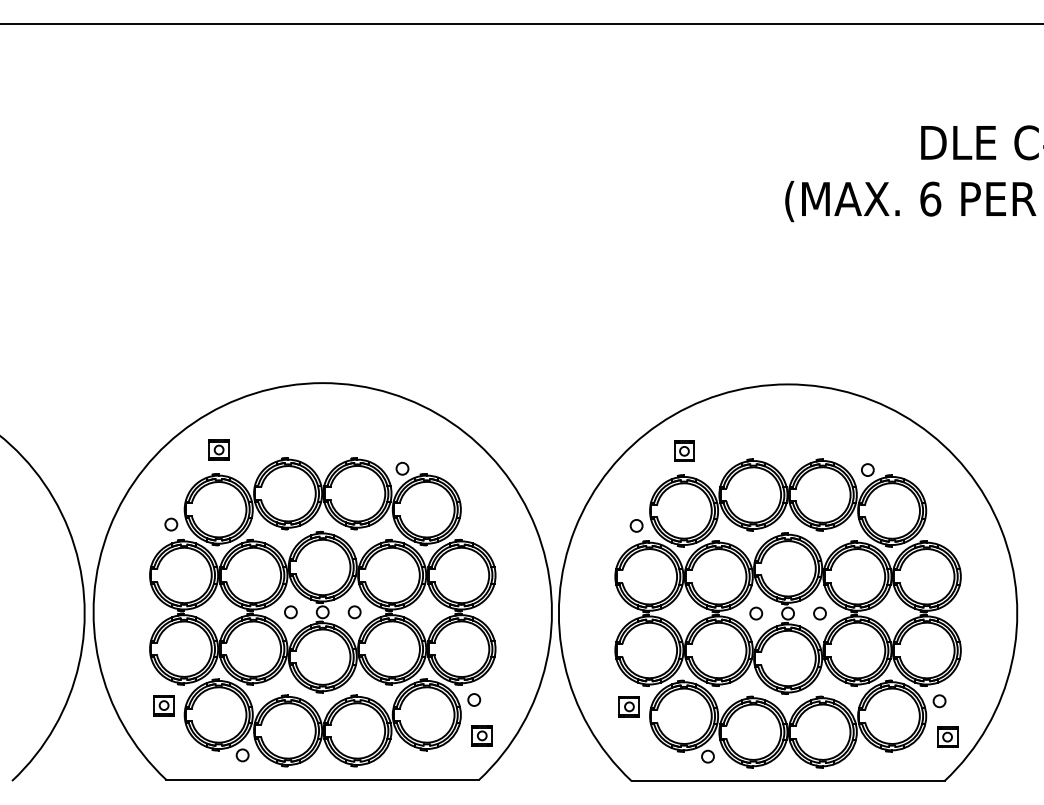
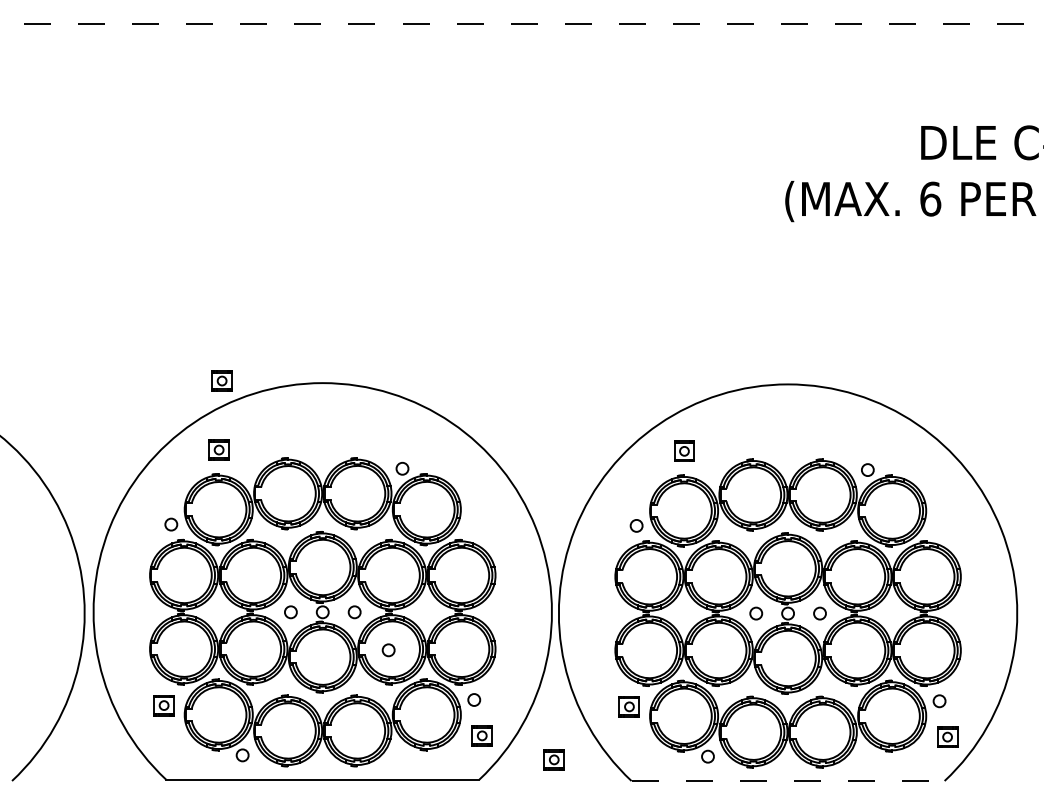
line at (522, 23): solid -> dashed
part at (221, 380): none -> present
circle at (388, 650): none -> present
part at (553, 759): none -> present
line at (788, 781): solid -> dashed
